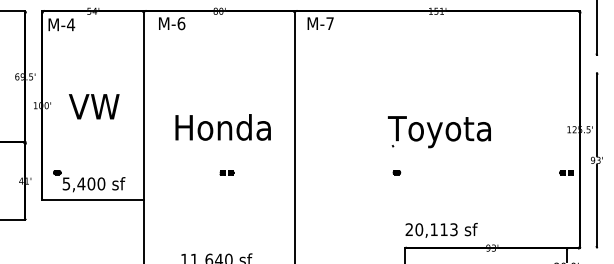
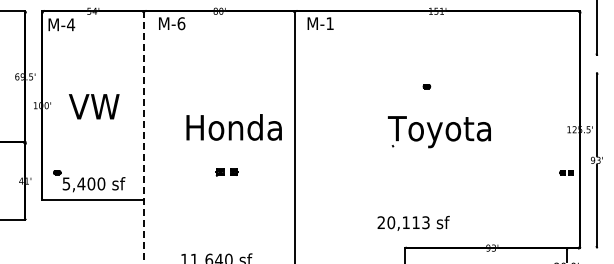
text at (329, 23): M-7 -> M-1
text at (222, 127) position: (222, 127) -> (233, 127)
line at (144, 138): solid -> dashed
part at (226, 172) size: 16x6 px -> 24x9 px
part at (396, 172) position: (396, 172) -> (426, 86)
text at (441, 230) position: (441, 230) -> (413, 223)
